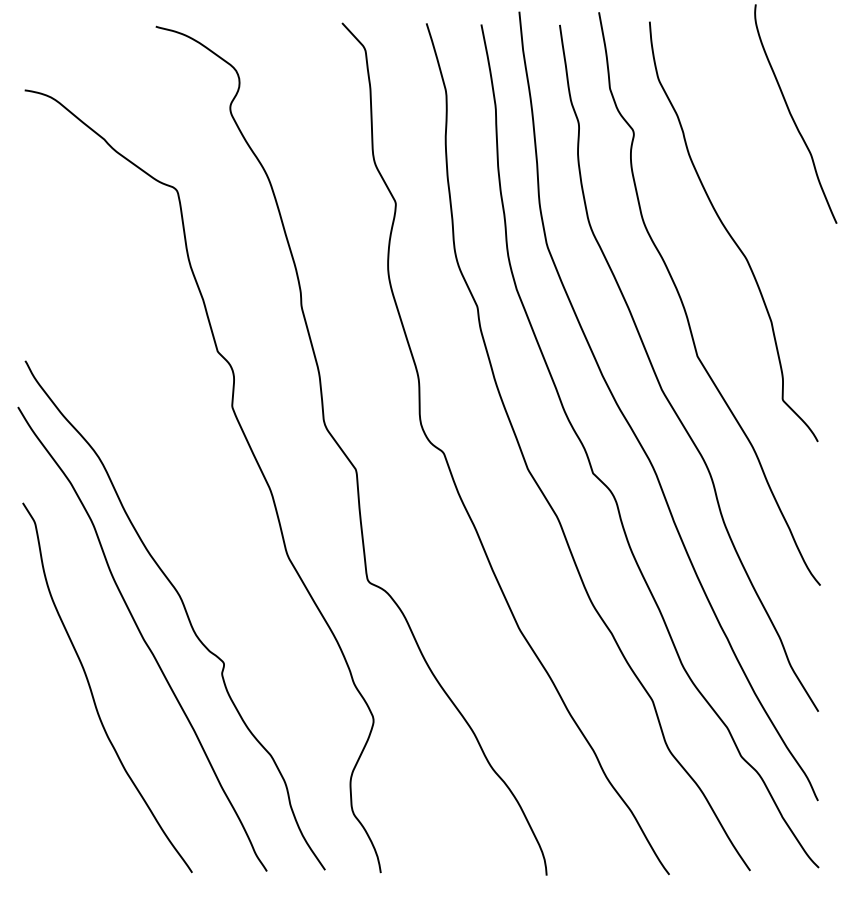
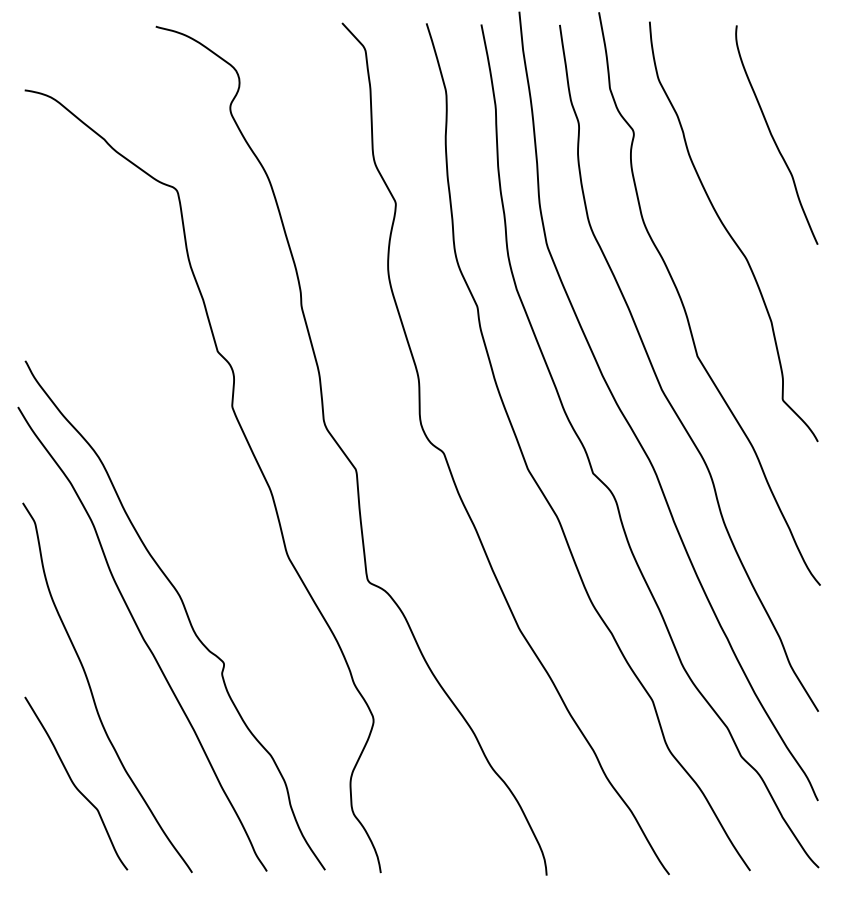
curve at (792, 115) position: (792, 115) -> (773, 136)
curve at (75, 784): none -> present
